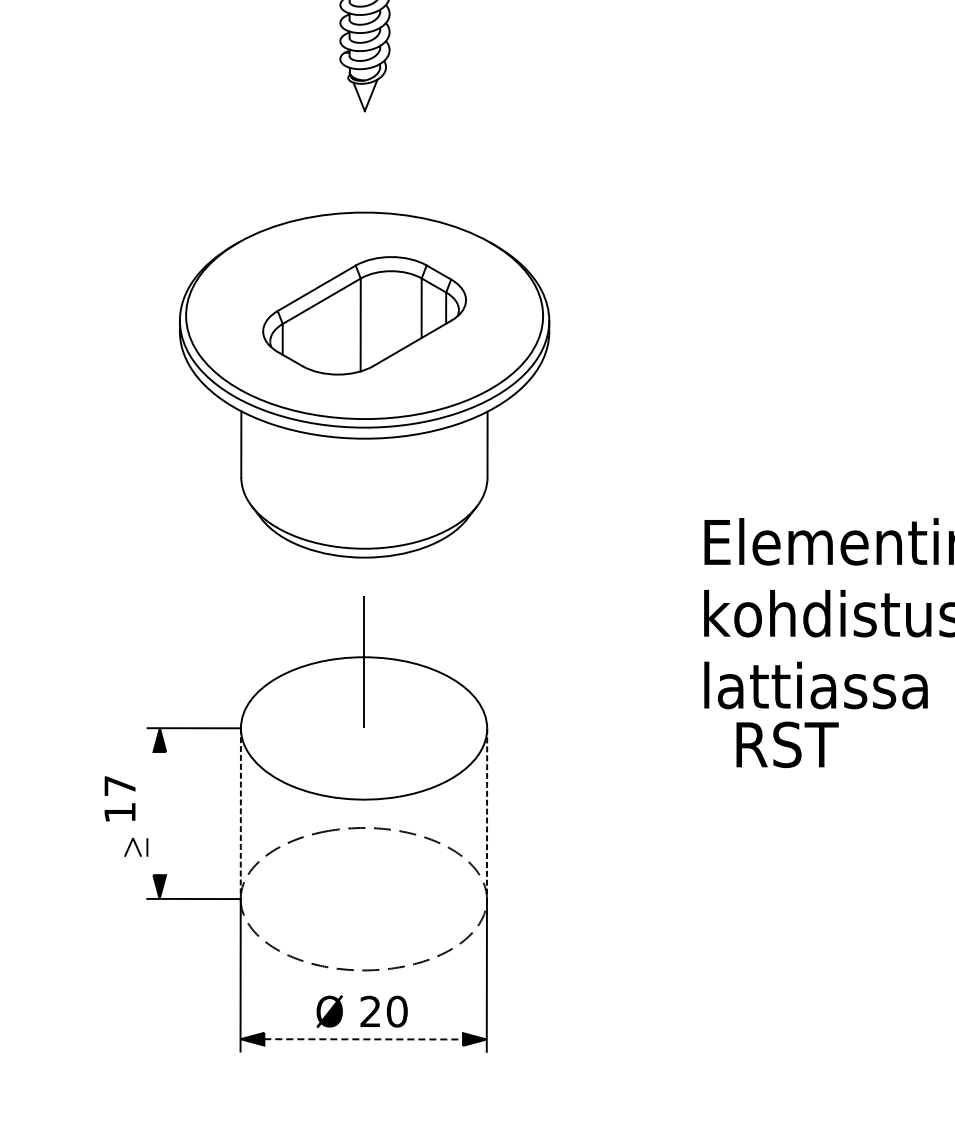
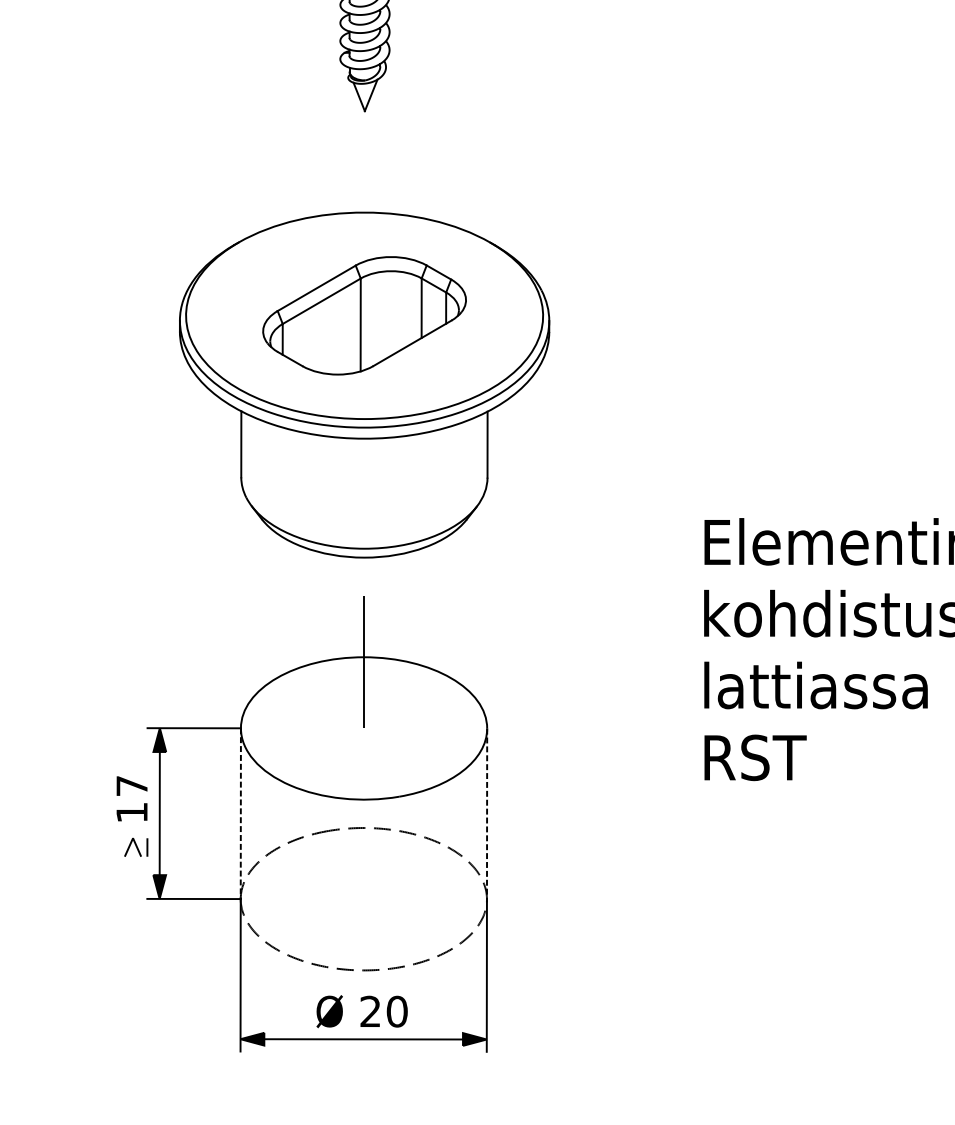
text at (787, 744) position: (787, 744) -> (755, 757)
text at (119, 798) position: (119, 798) -> (131, 798)
line at (159, 813): none -> present
line at (364, 1039): dashed -> solid
